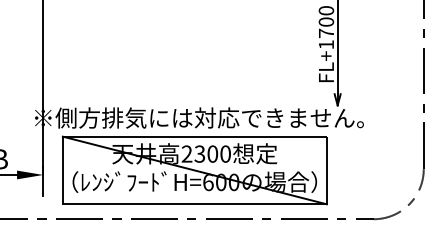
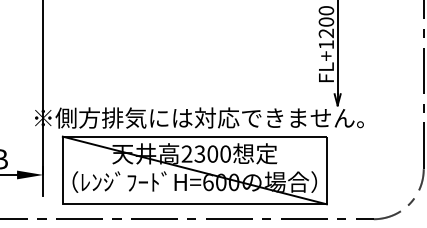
text at (325, 33): FL+1700 -> FL+1200
